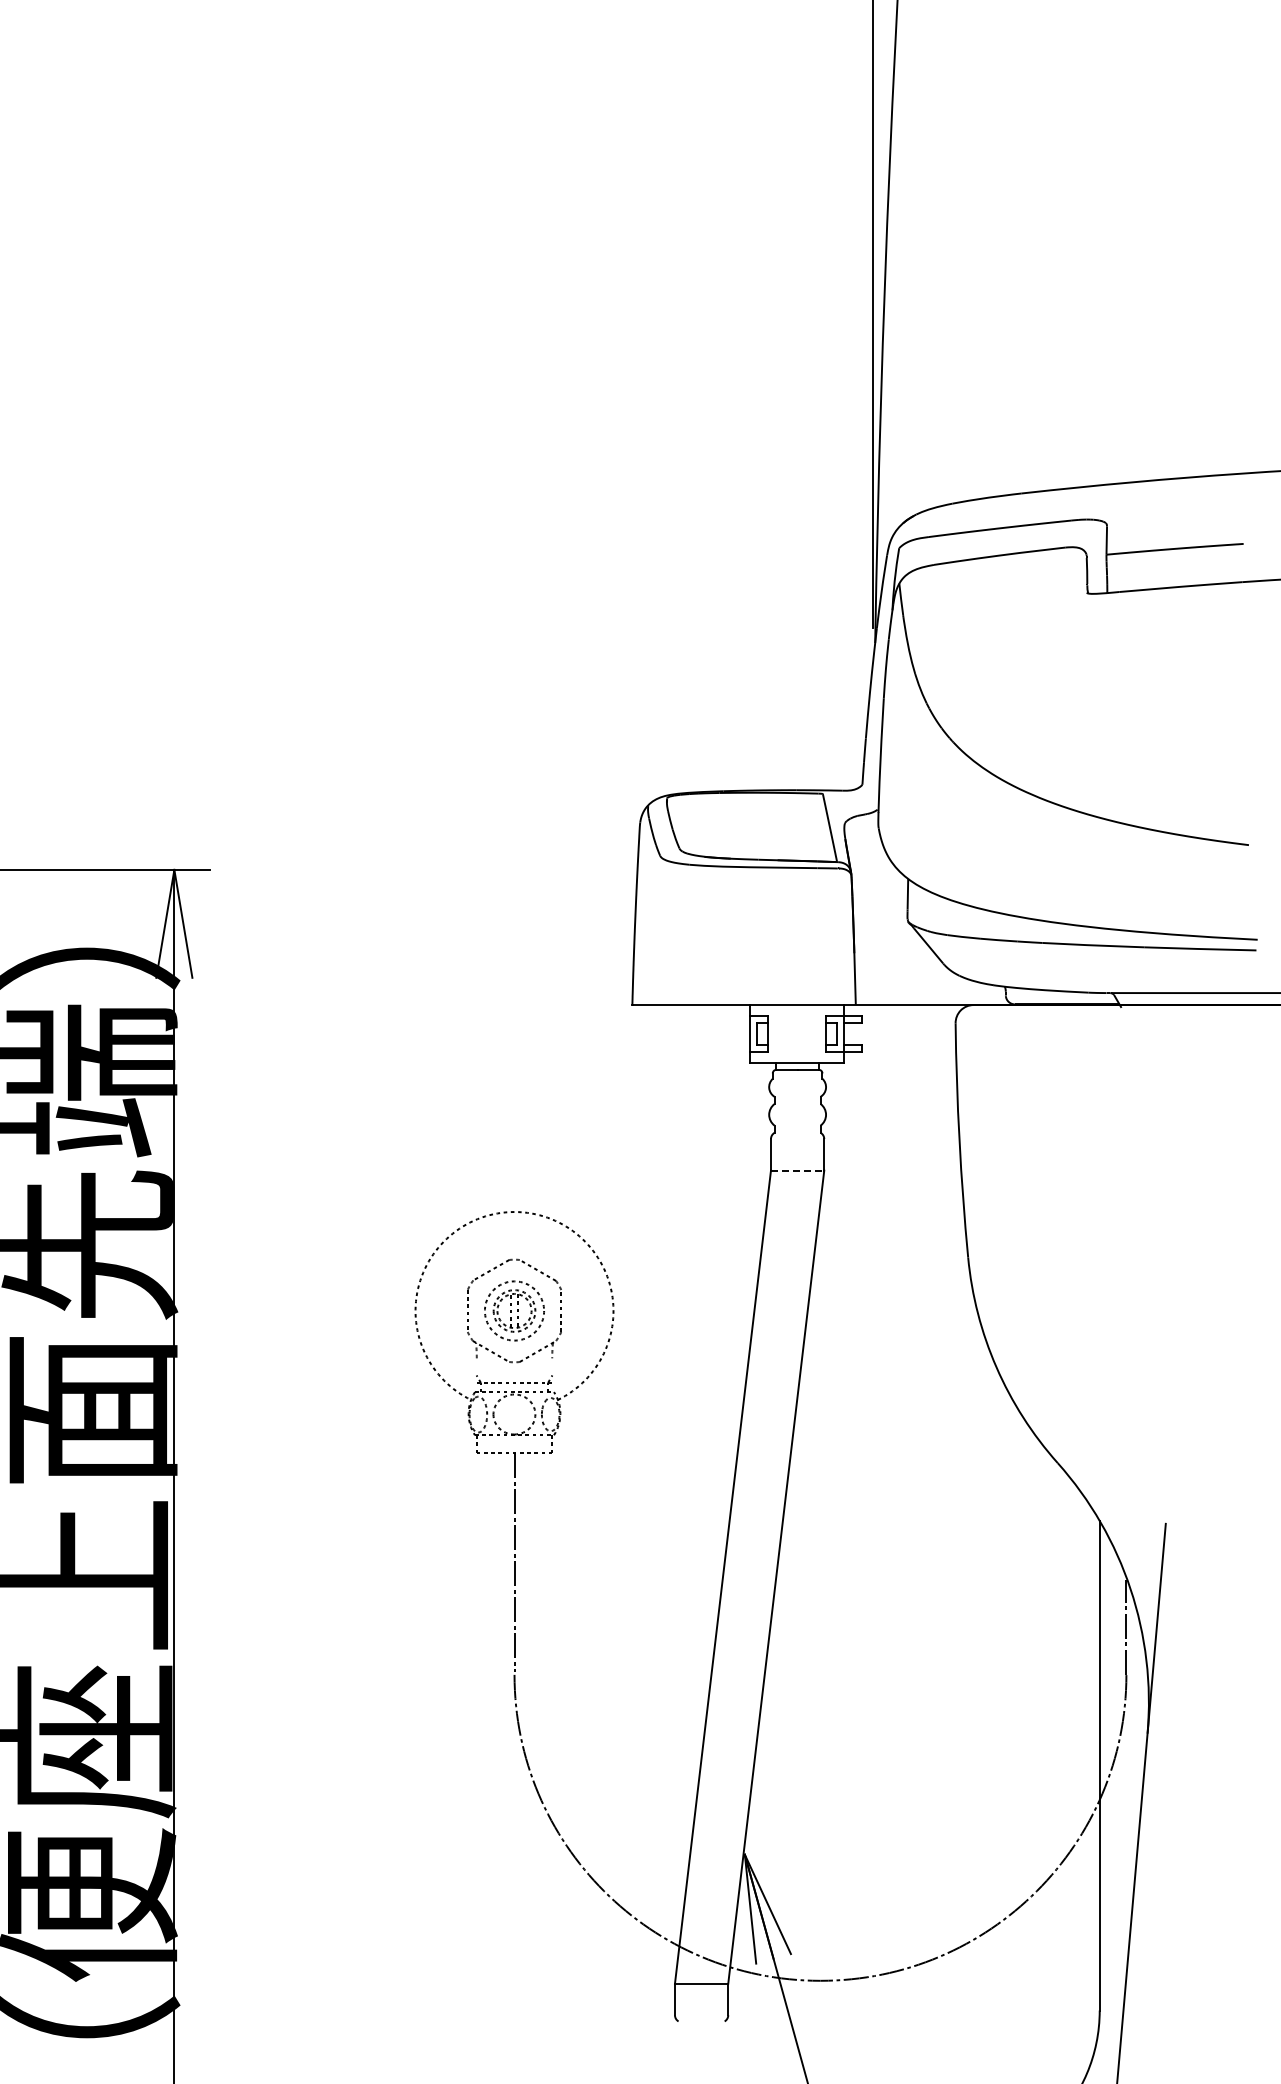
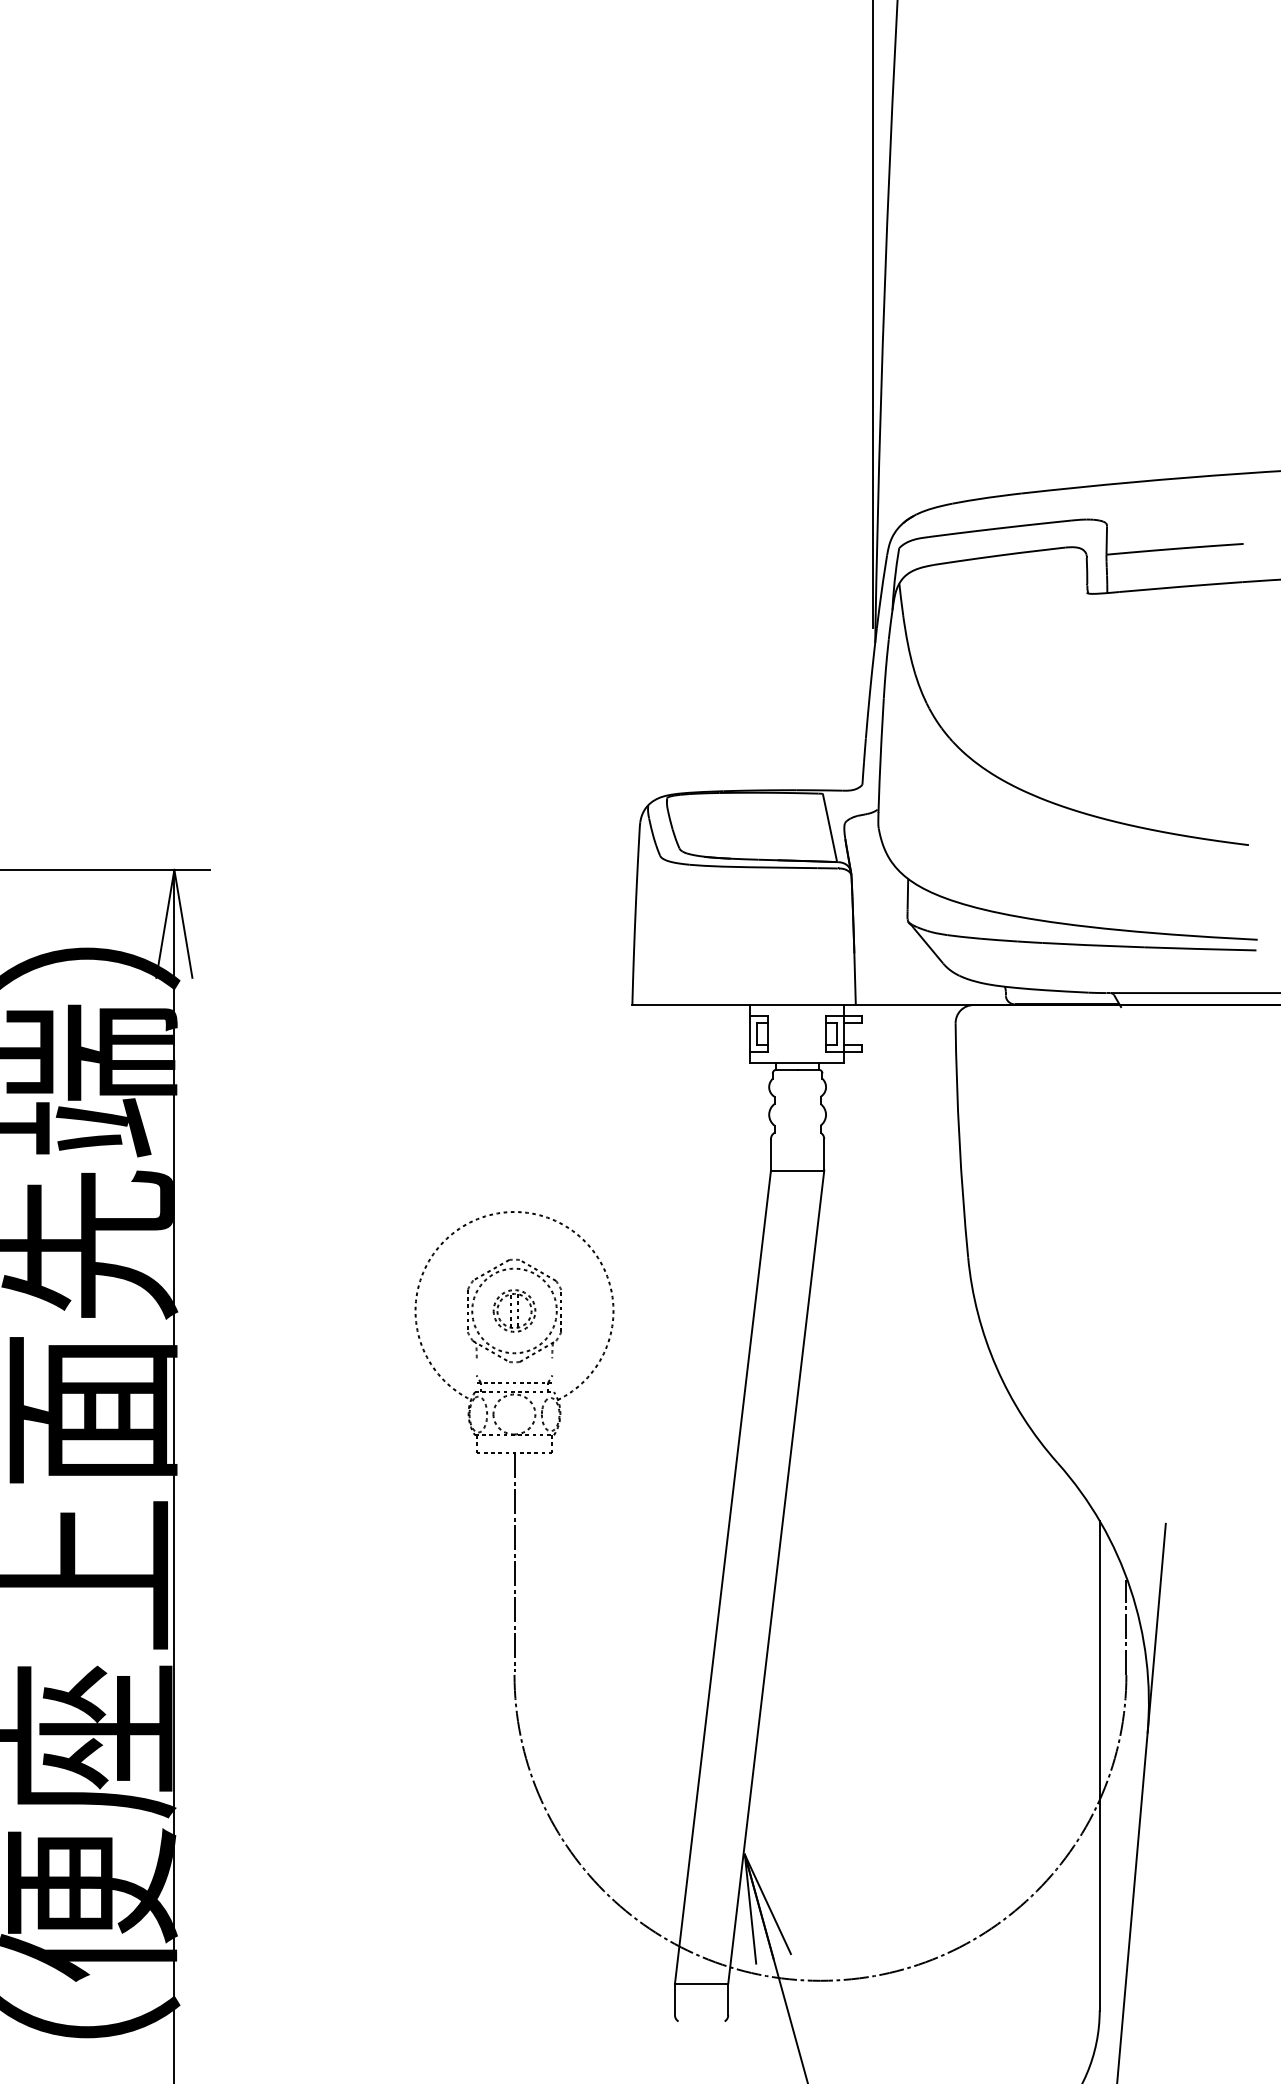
line at (797, 1170): dashed -> solid
circle at (514, 1310) diameter: 59 px -> 85 px
